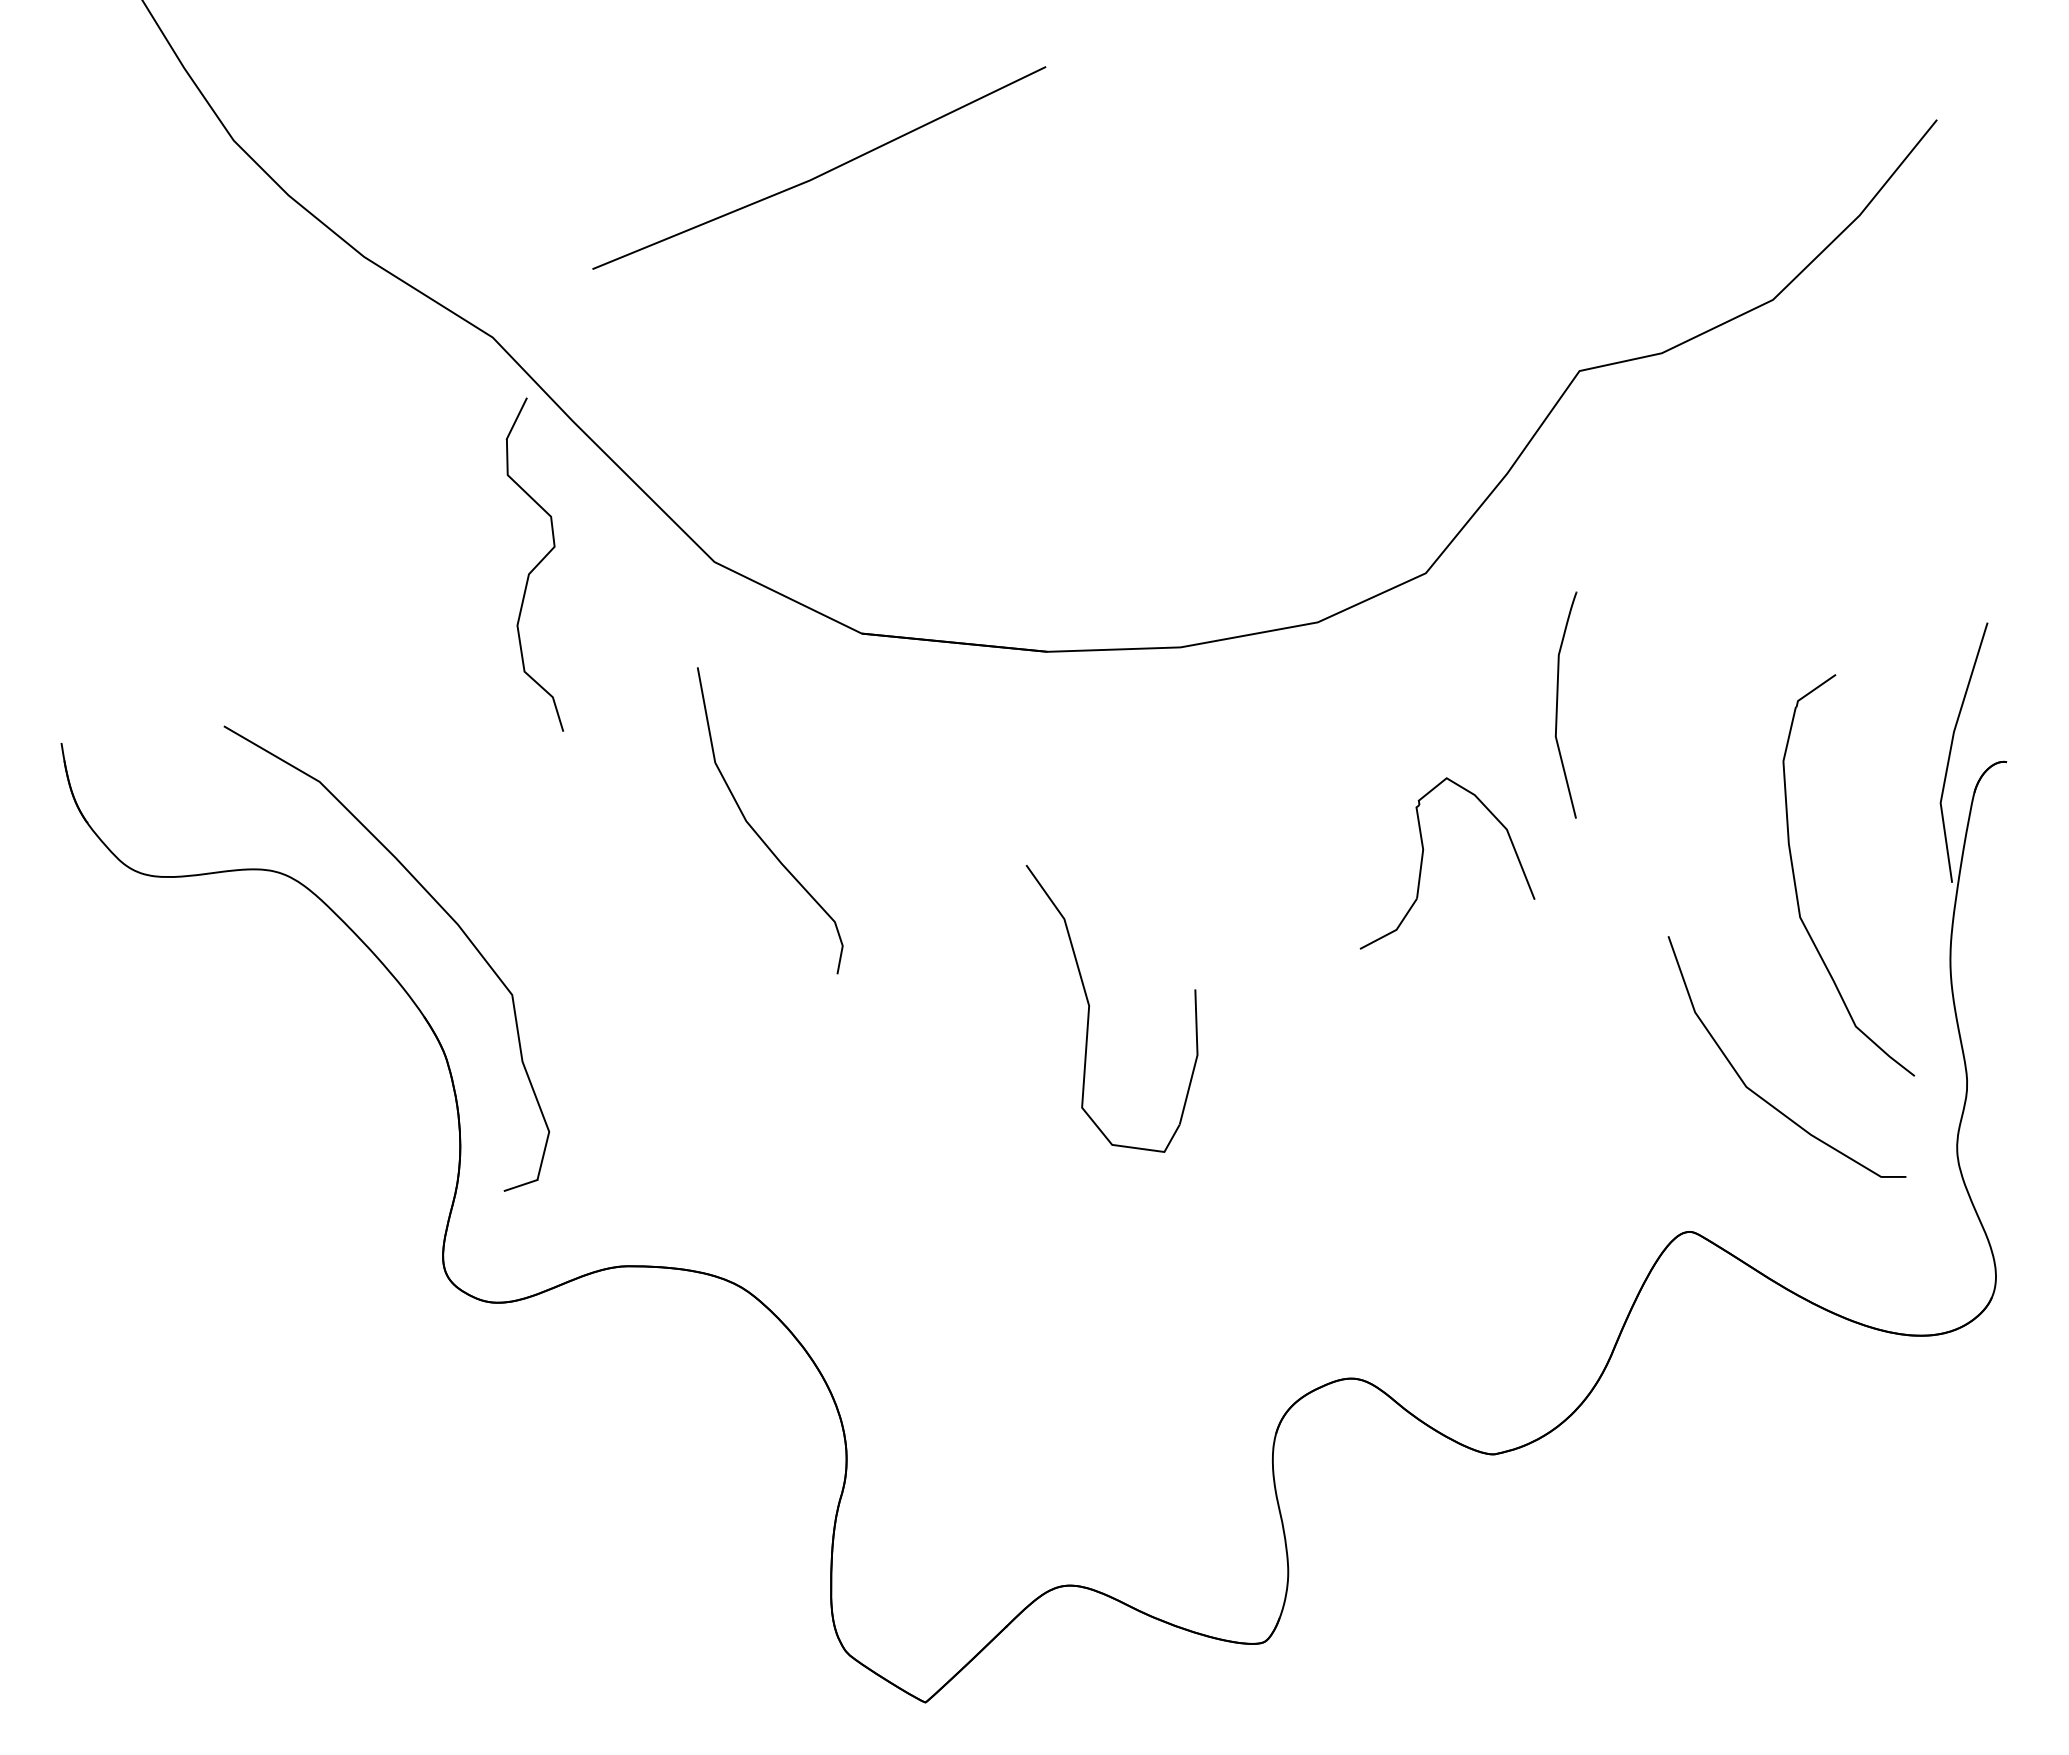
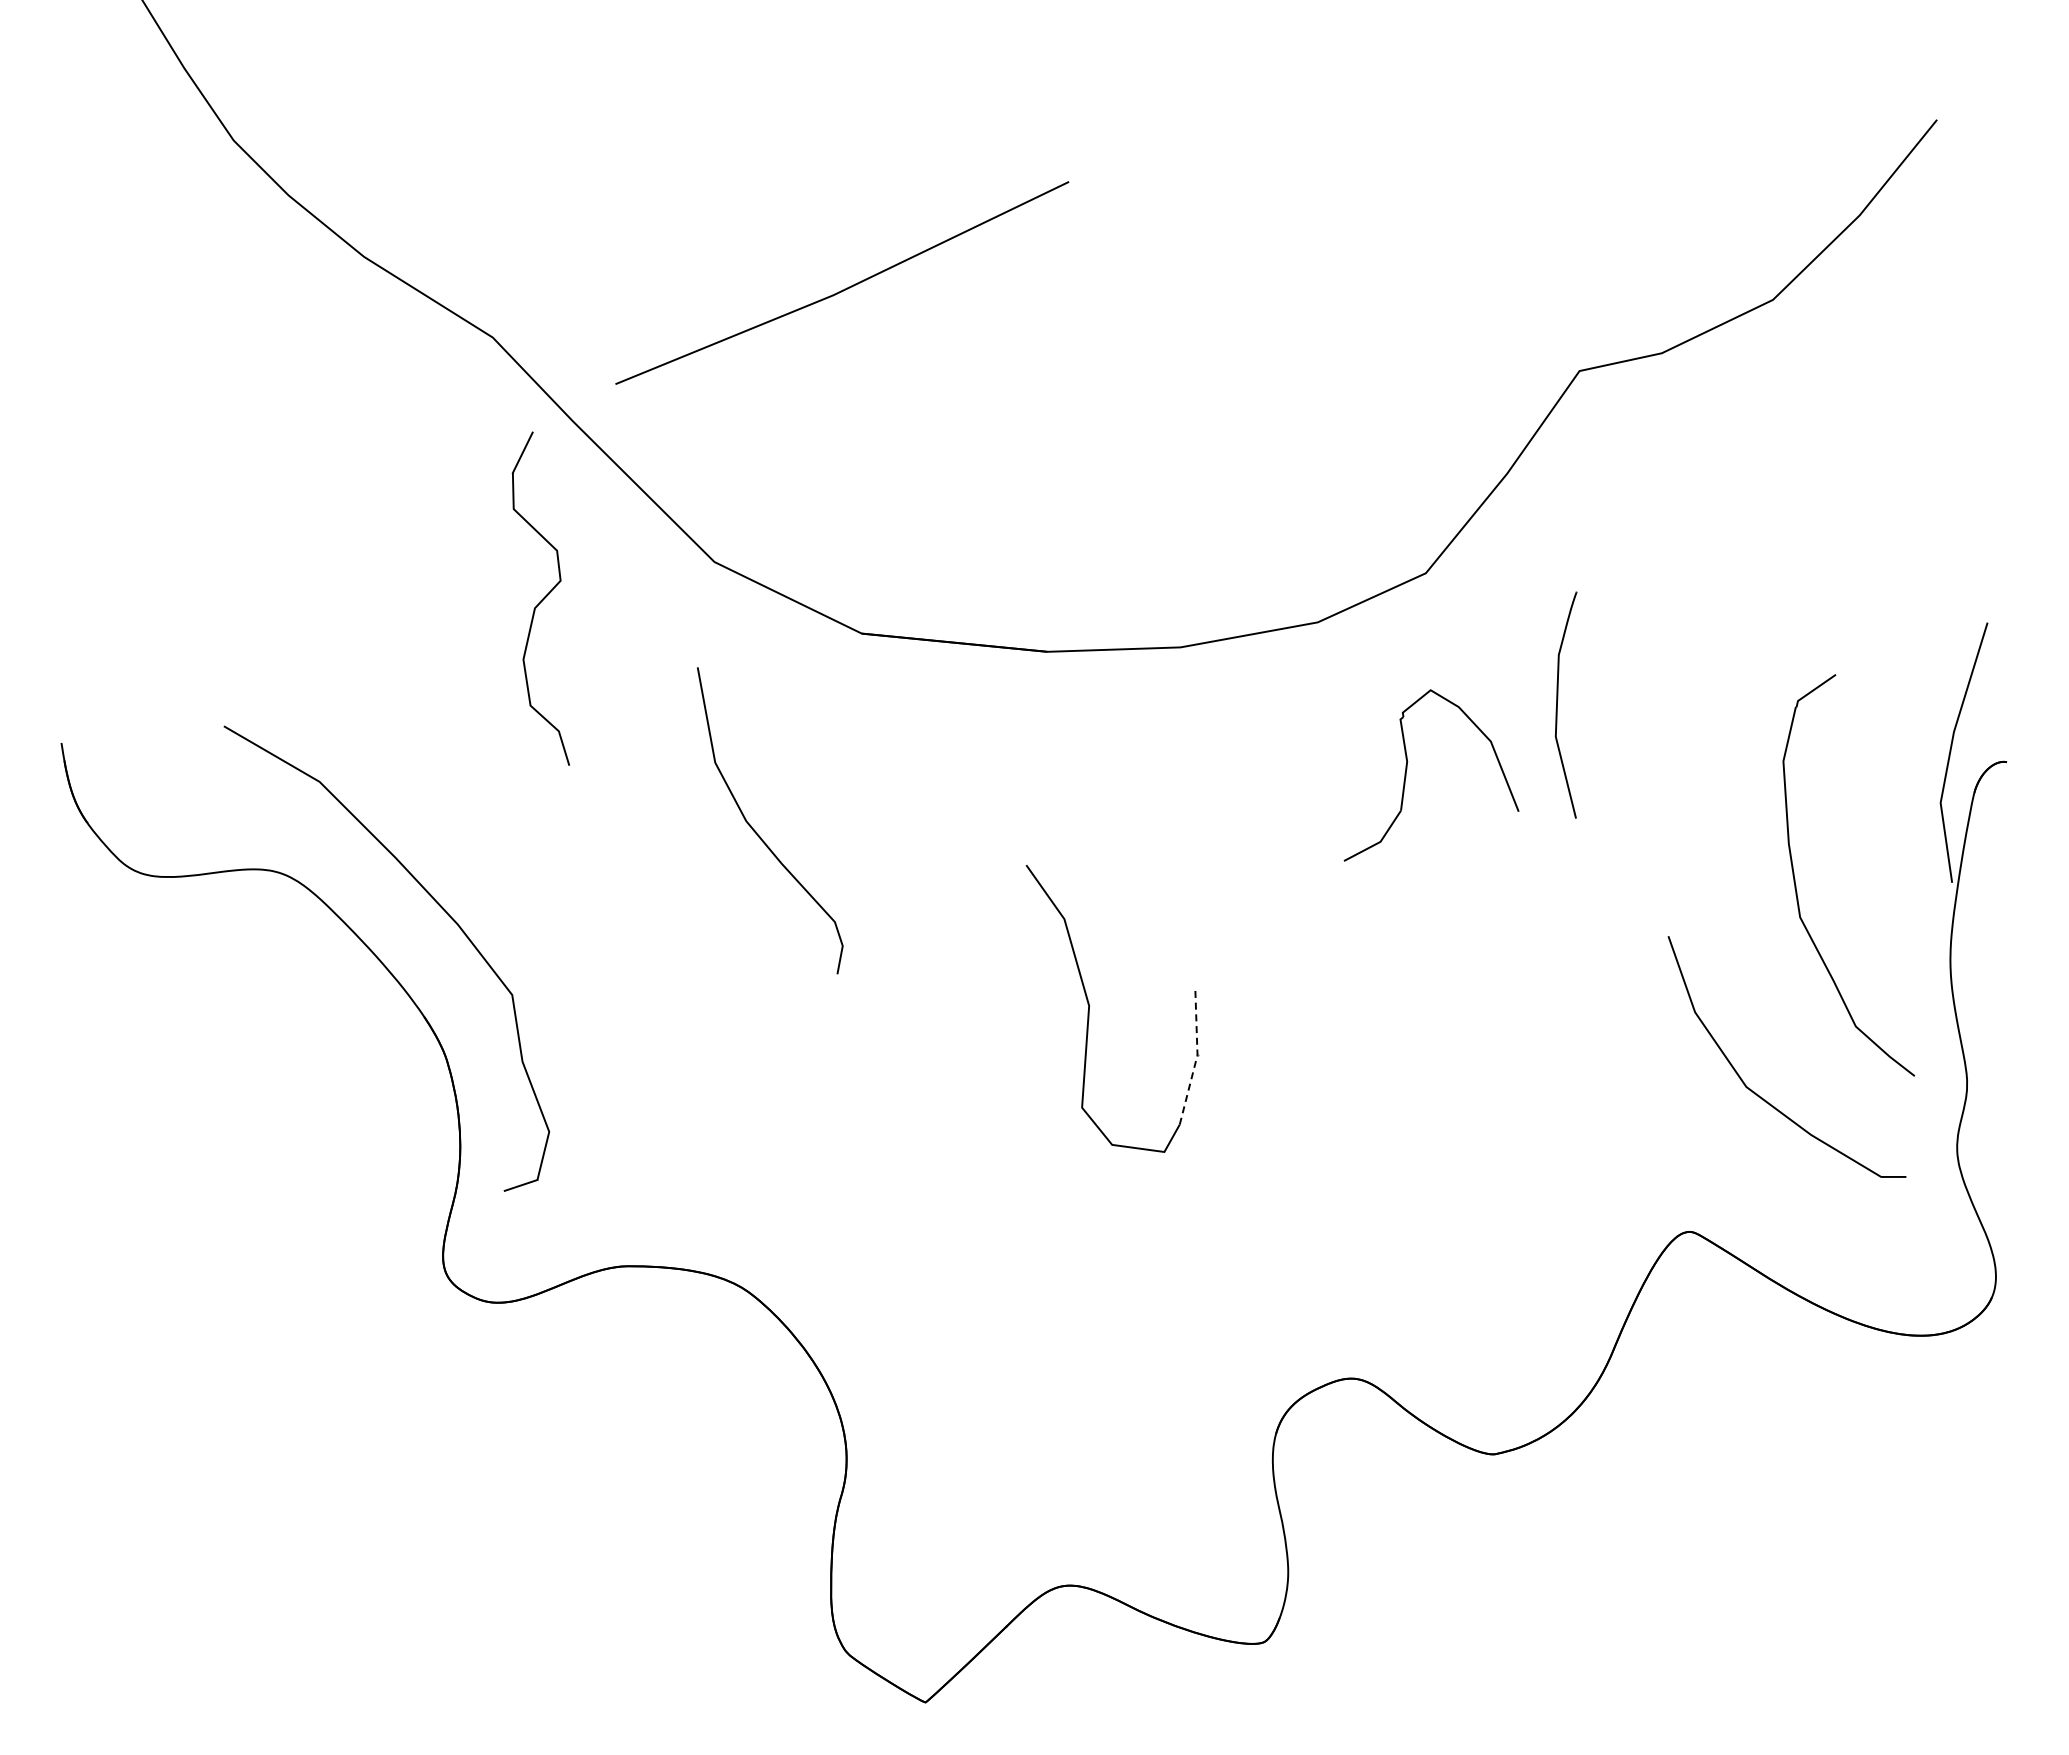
line at (821, 173) position: (821, 173) -> (844, 288)
part at (534, 564) position: (534, 564) -> (540, 598)
part at (1423, 857) position: (1423, 857) -> (1407, 769)
line at (1197, 1057): solid -> dashed
